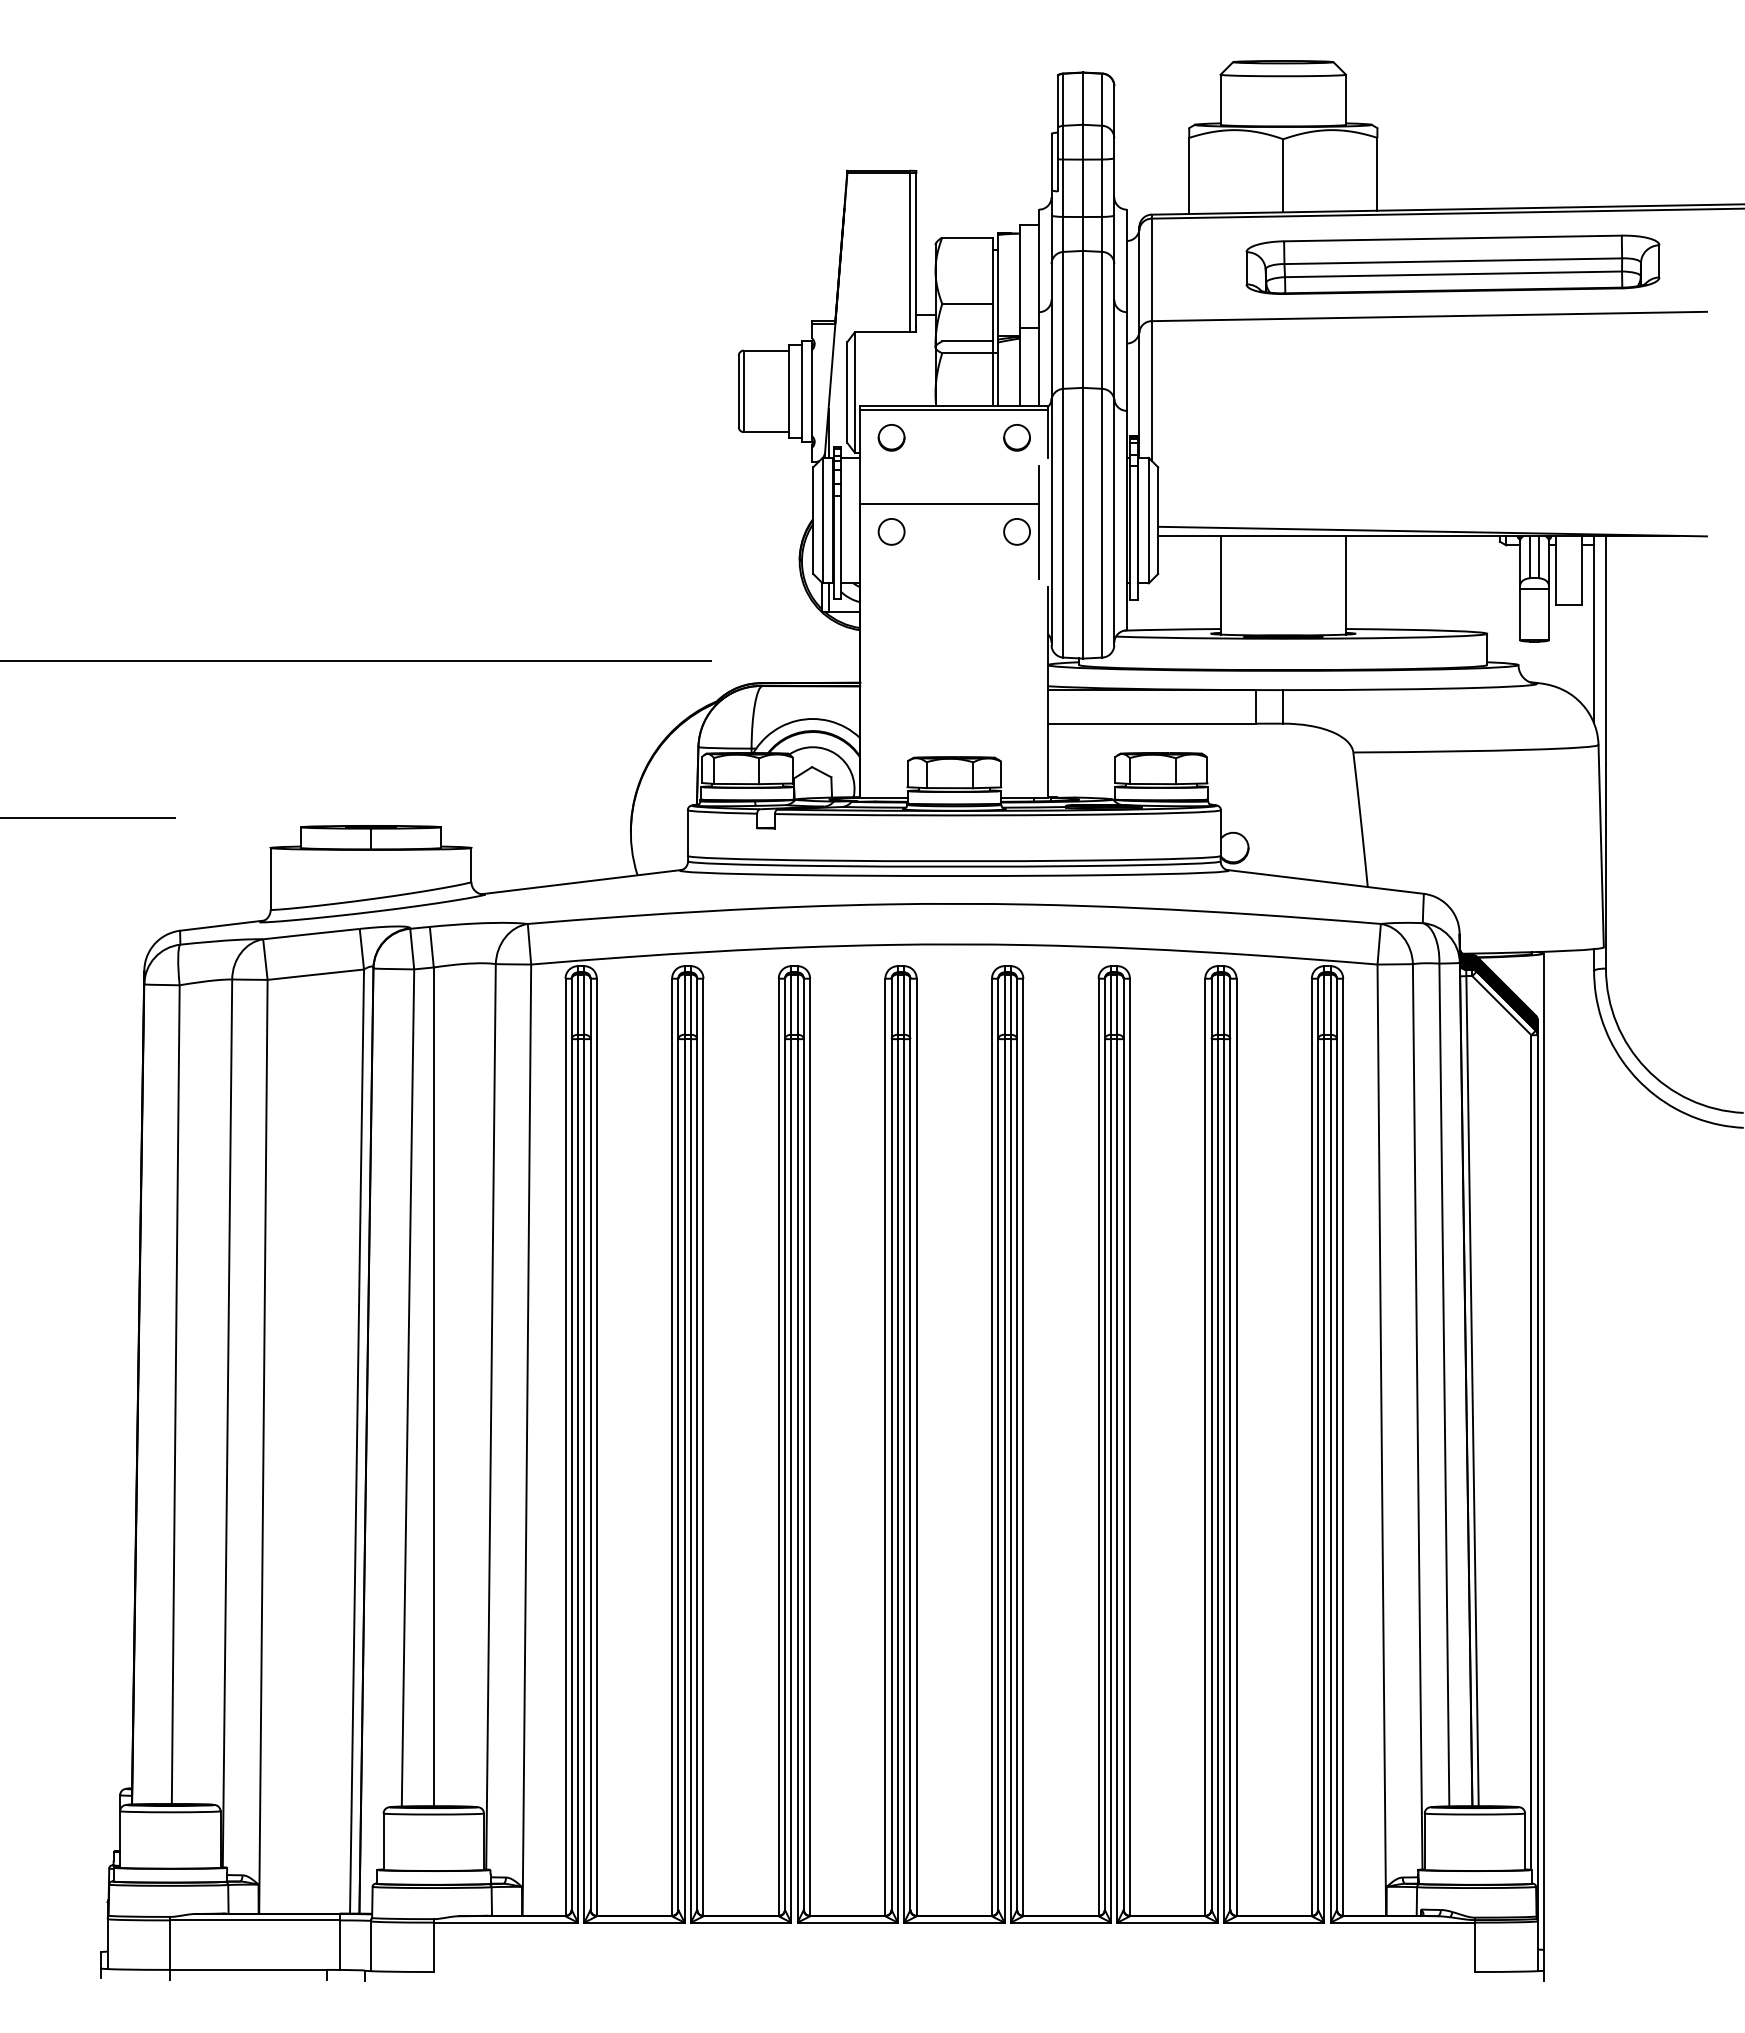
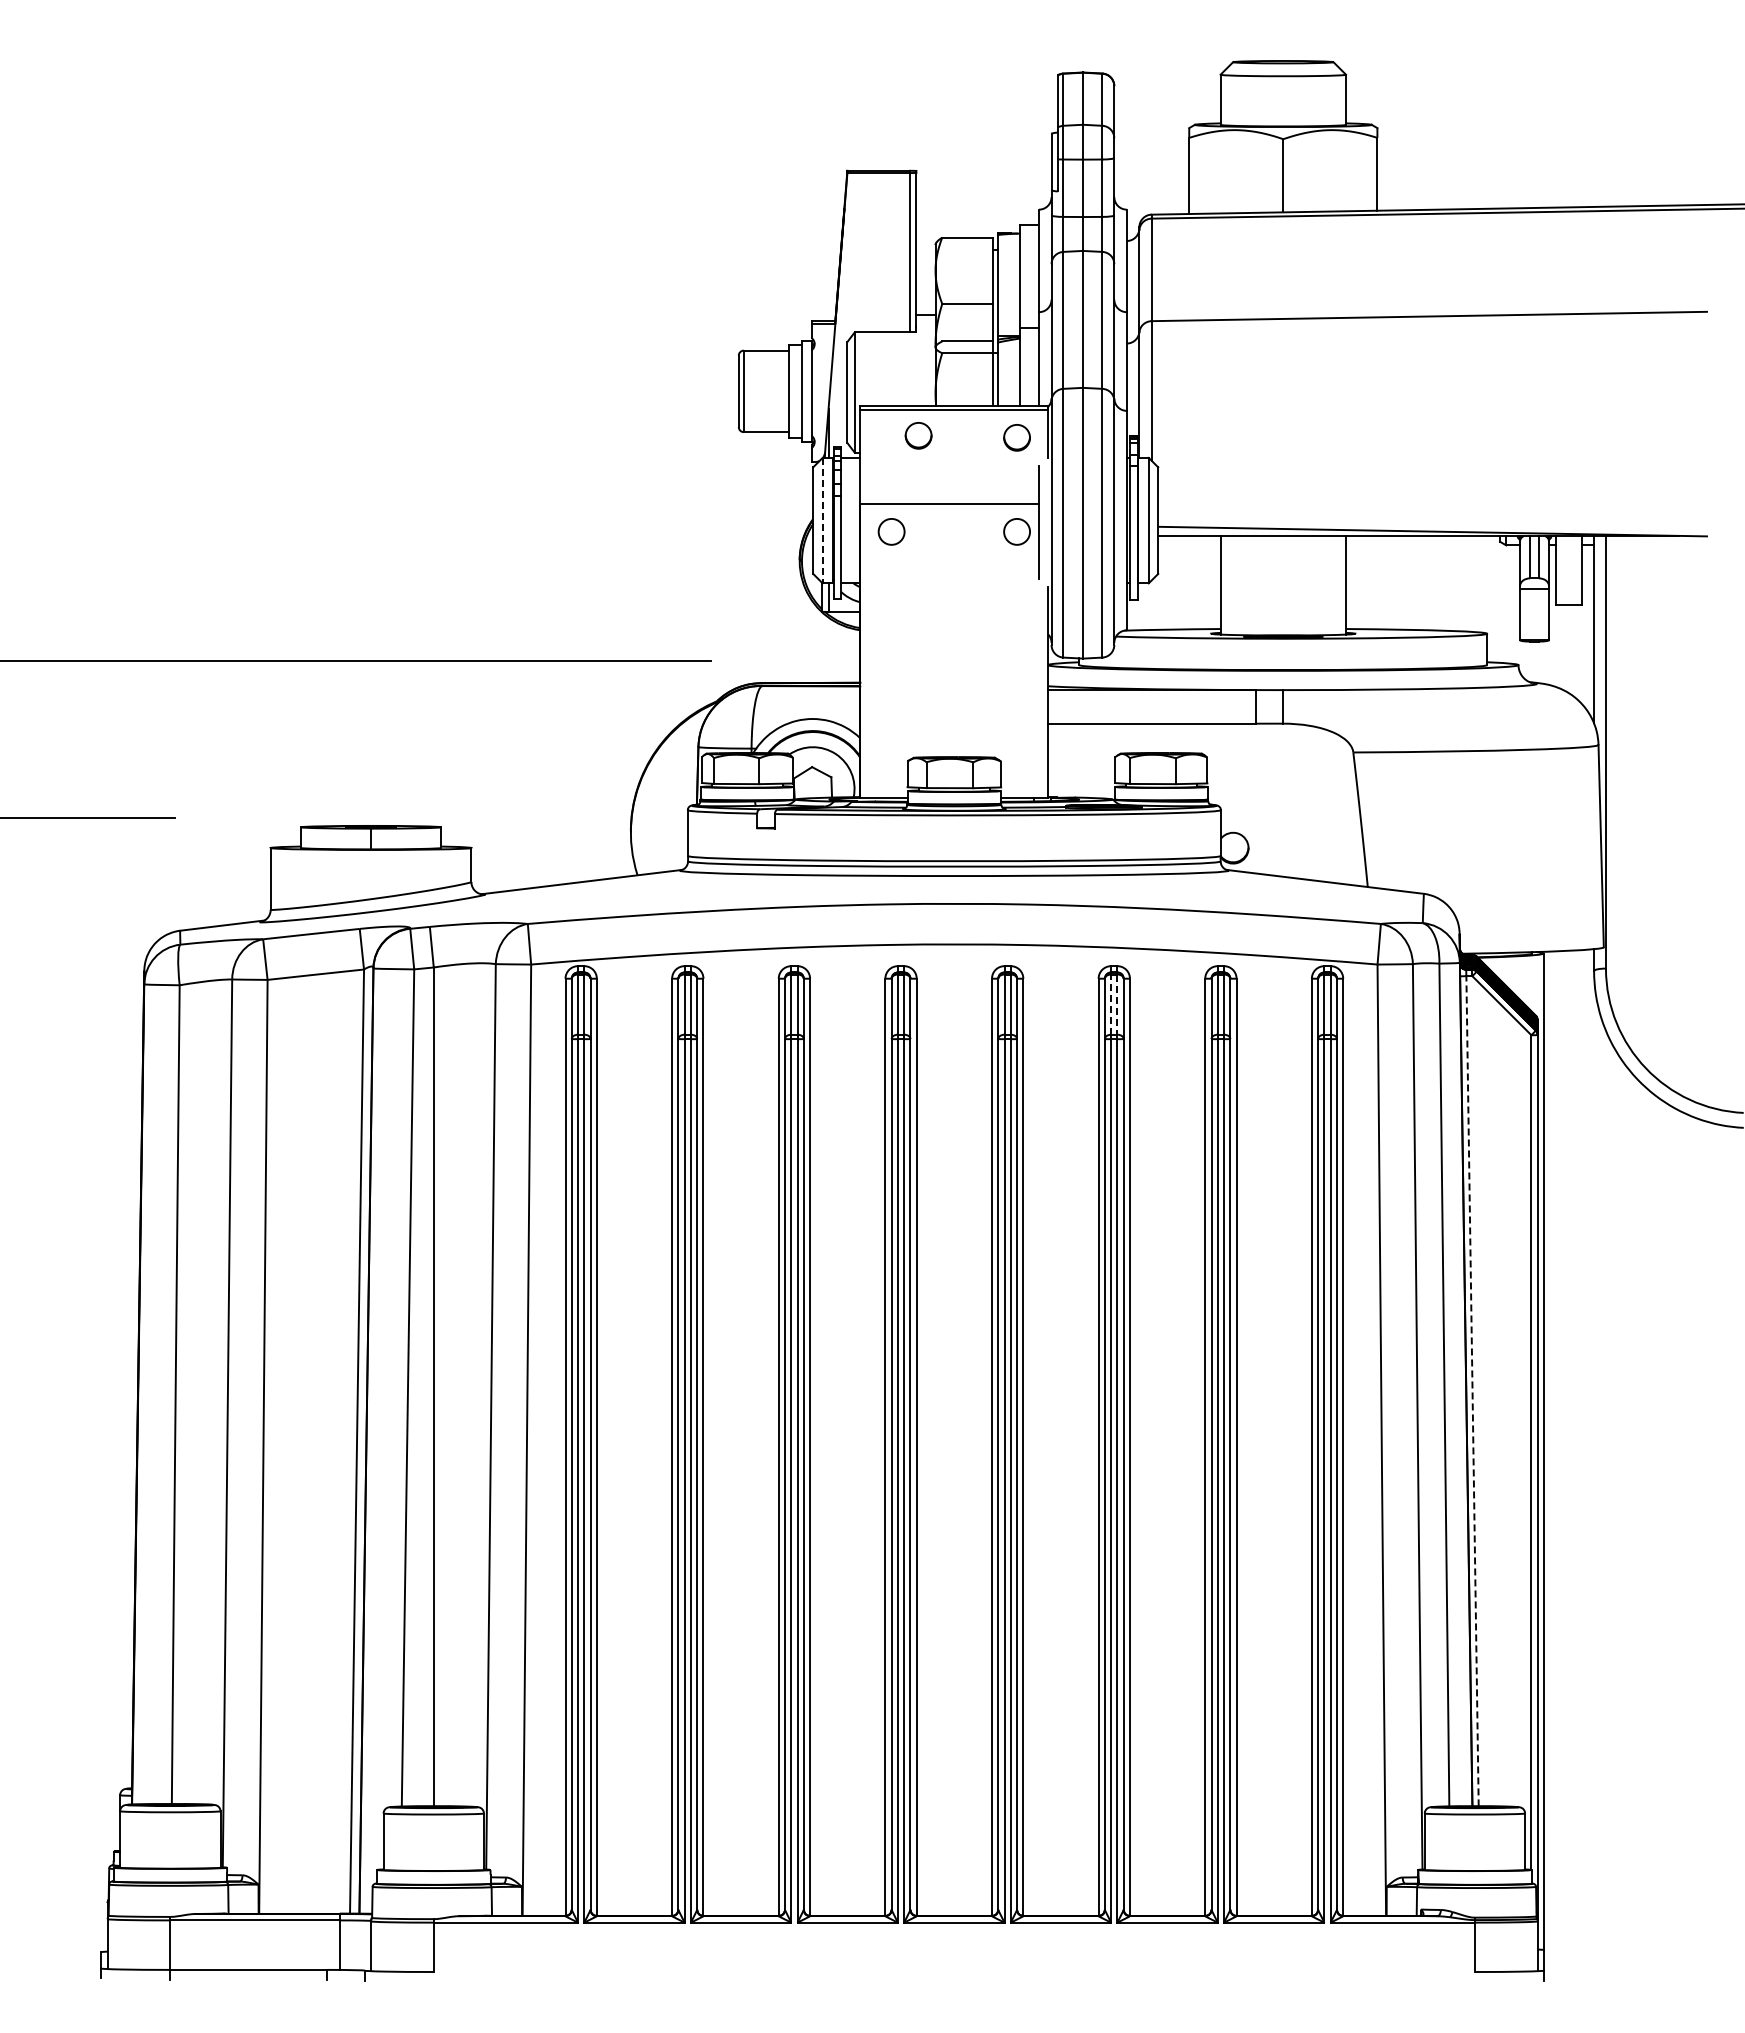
part at (1452, 264): present -> none
part at (891, 437) position: (891, 437) -> (918, 435)
line at (822, 520): solid -> dashed
line at (1111, 1004): solid -> dashed
line at (1117, 1005): solid -> dashed
line at (1472, 1390): solid -> dashed
